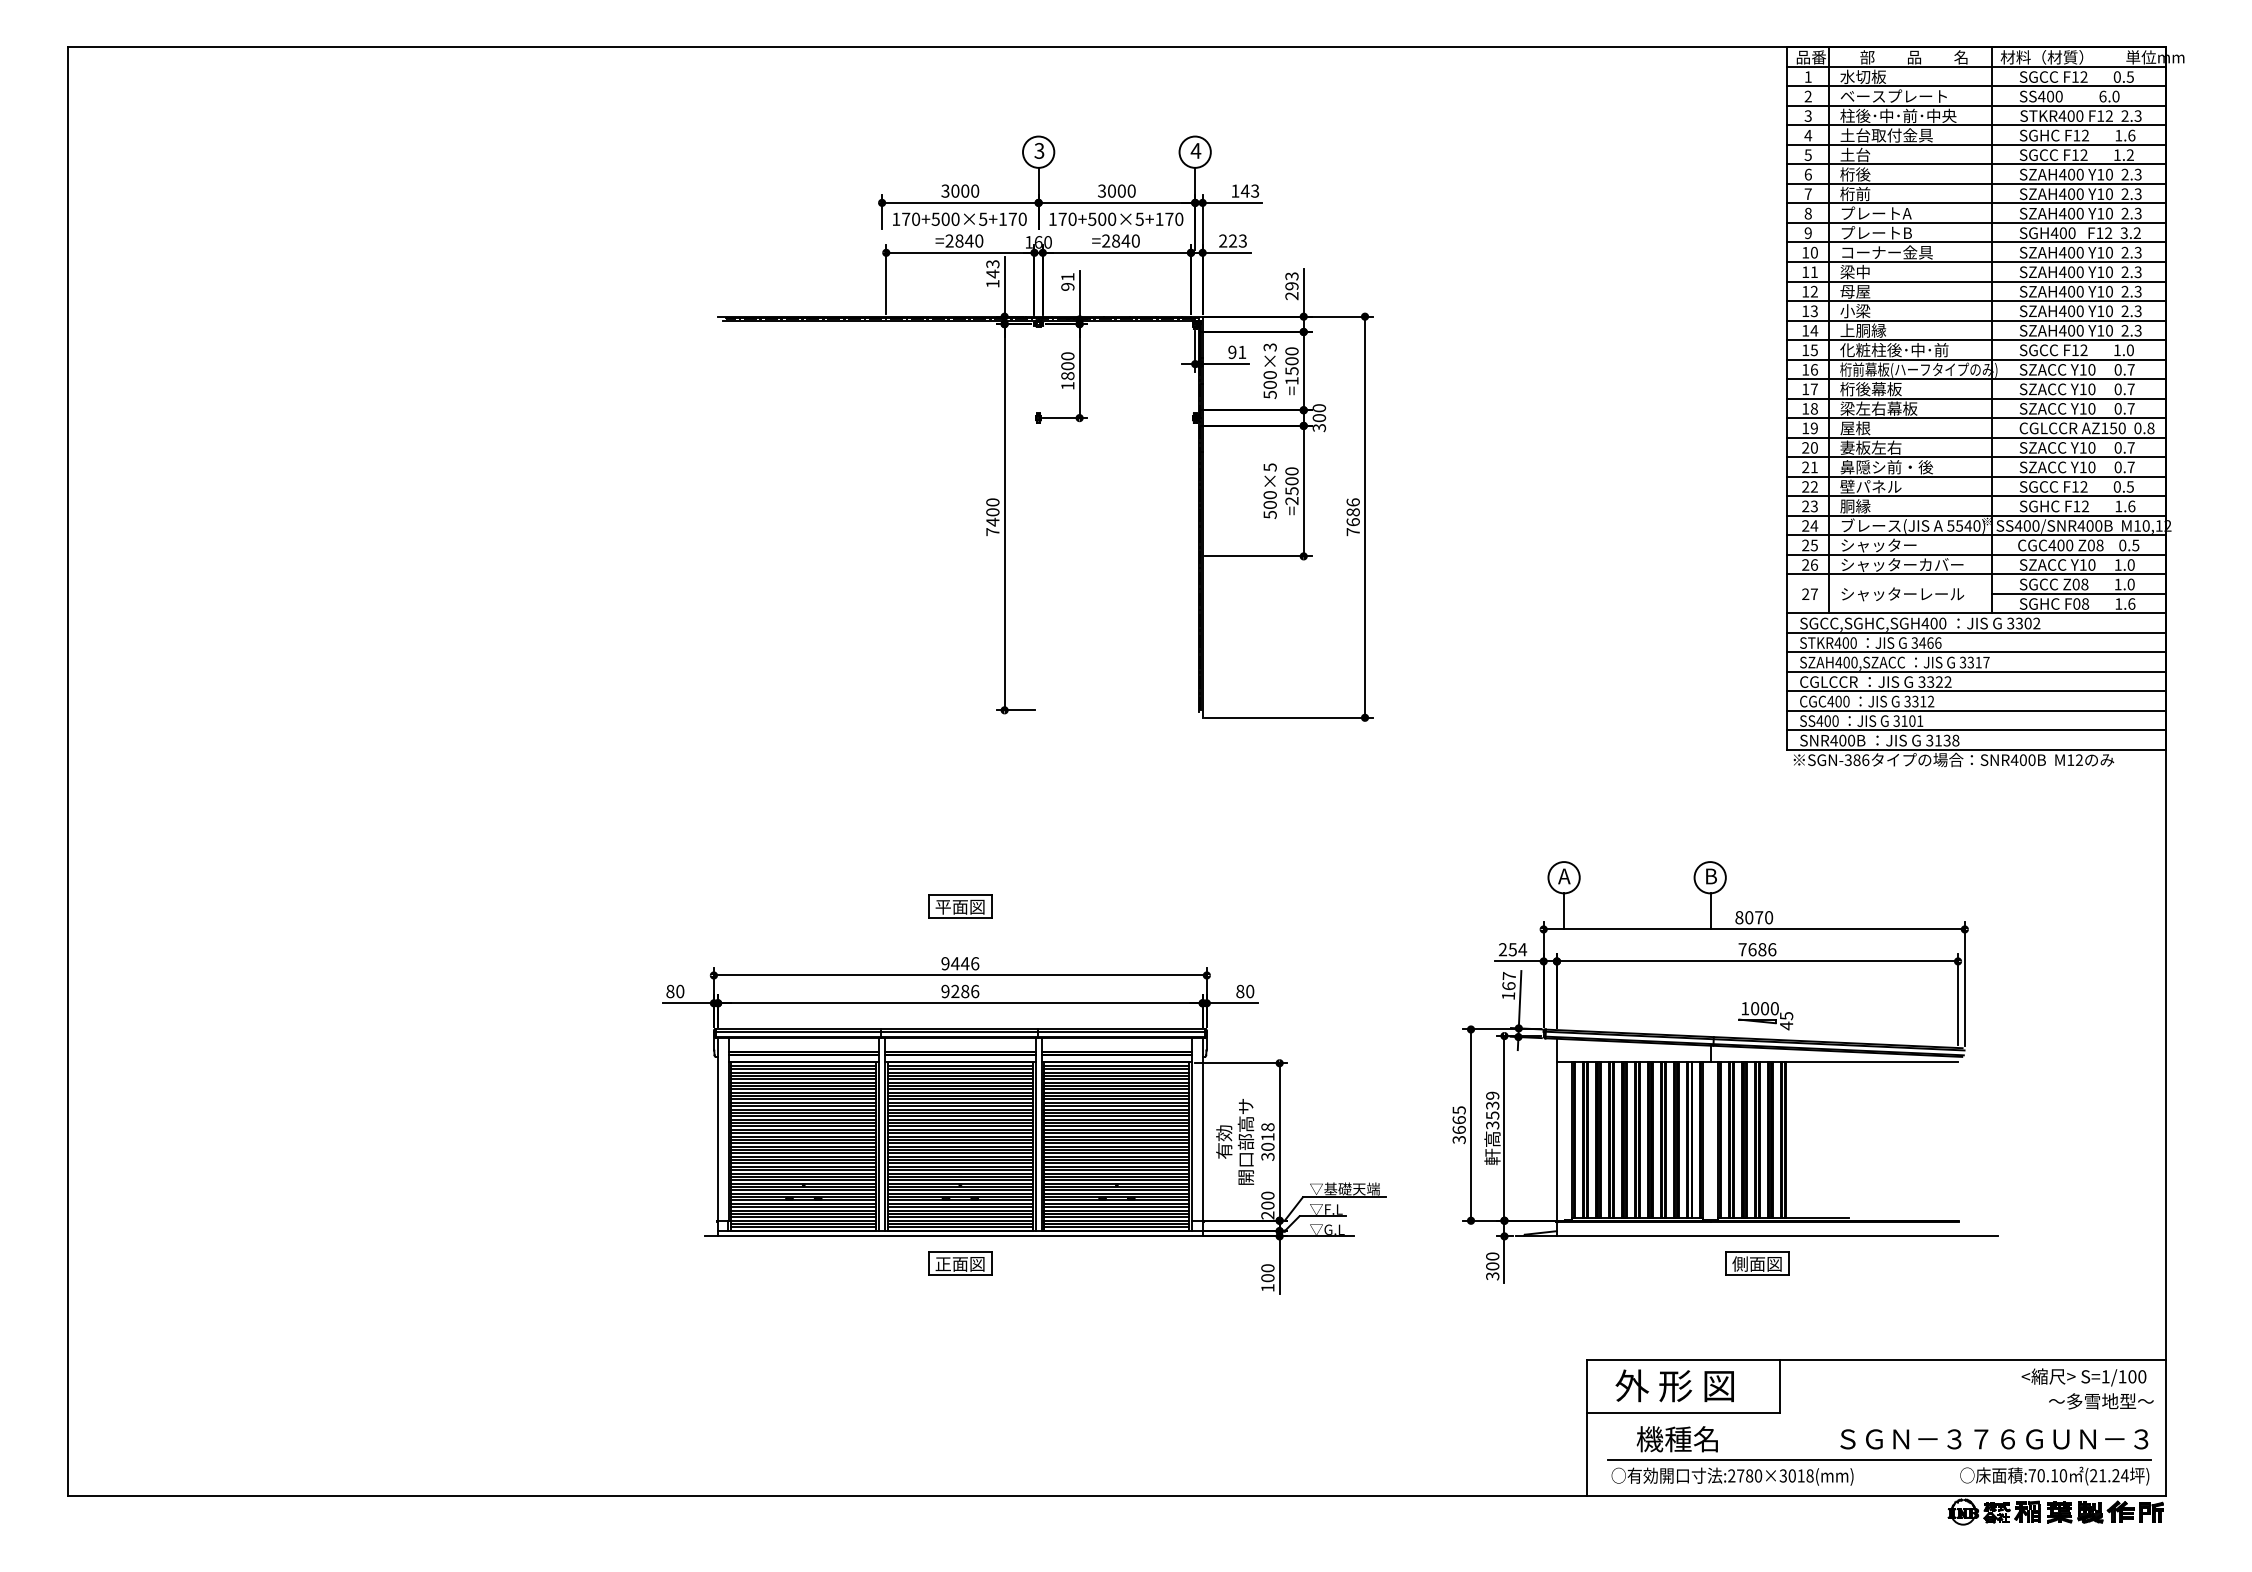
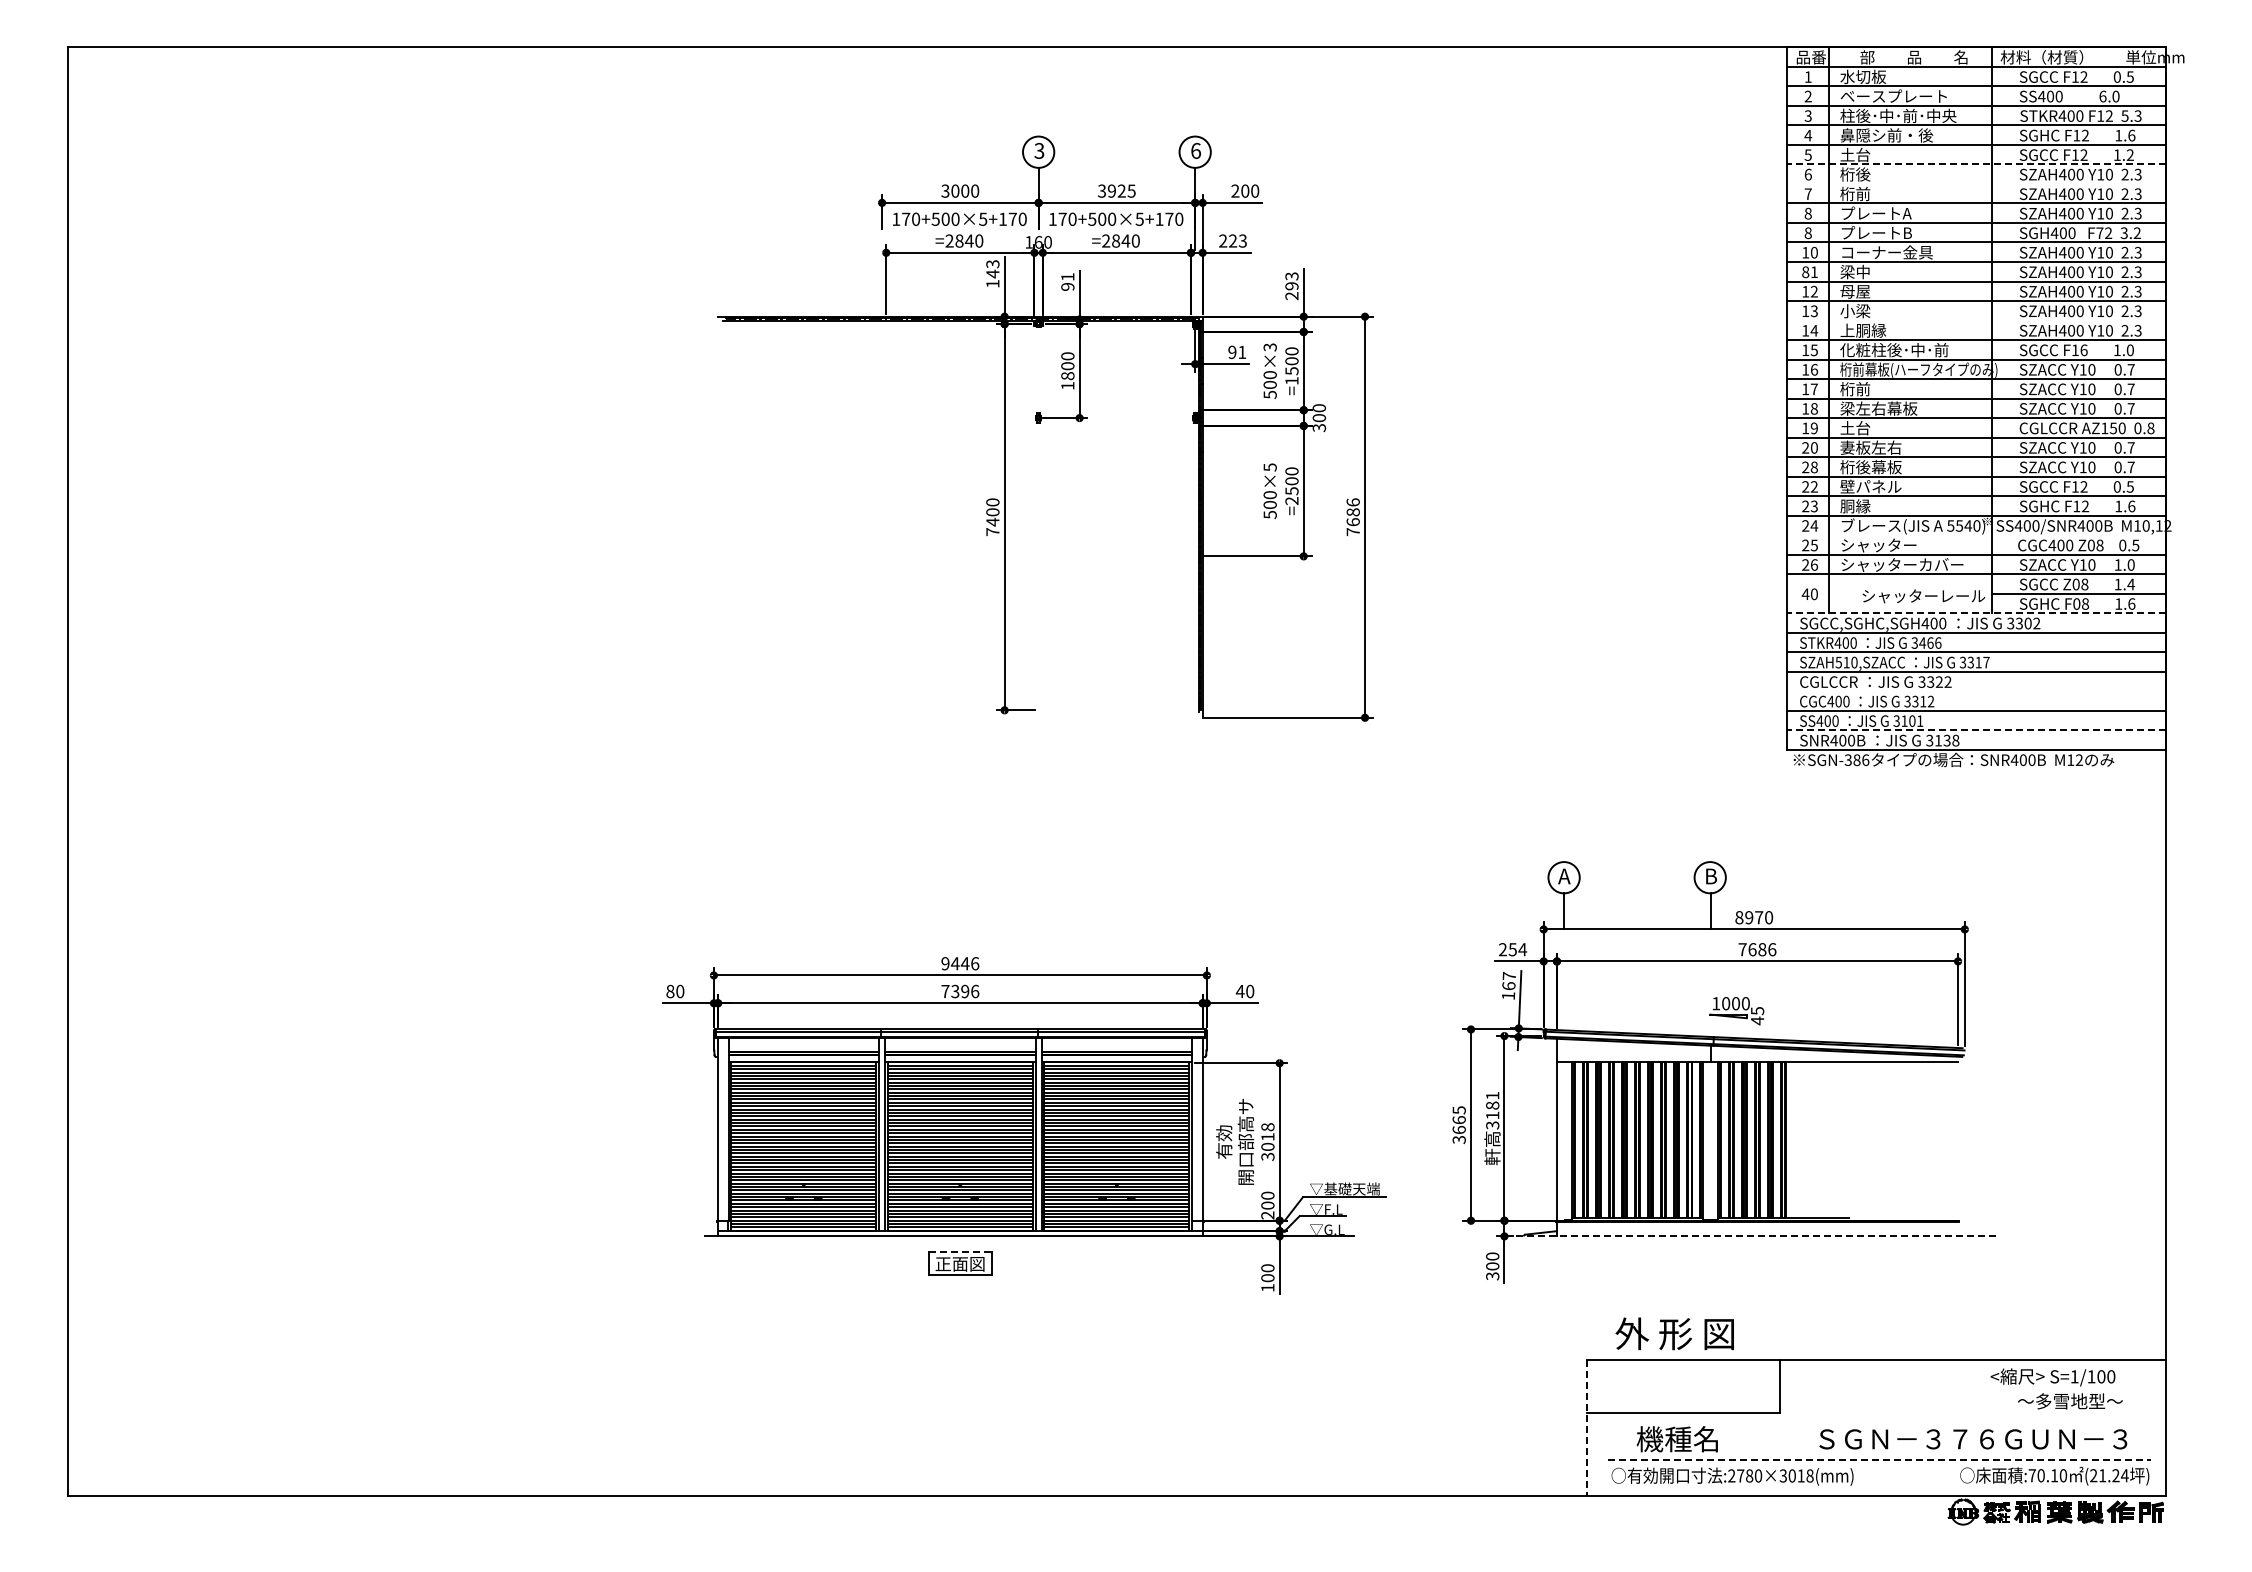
text at (2124, 115): 2.3 -> 5.3
text at (1886, 135): 土台取付金具 -> 鼻隠シ前・後
text at (1195, 150): 4 -> 6
line at (1976, 164): solid -> dashed
line at (1976, 183): present -> none
text at (1121, 190): 3000 -> 3925
text at (1245, 190): 143 -> 200
text at (1807, 232): 9 -> 8
text at (2099, 232): F12 -> F72
text at (1805, 272): 11 -> 81
line at (1976, 320): present -> none
text at (2083, 350): F12 -> F16
text at (1878, 389): 桁後幕板 -> 桁前
text at (1855, 428): 屋根 -> 土台
text at (1813, 467): 21 -> 28
text at (1886, 467): 鼻隠シ前・後 -> 桁後幕板
line at (1976, 535): present -> none
text at (2131, 584): 1.0 -> 1.4
text at (1809, 594): 27 -> 40
text at (1902, 594) position: (1902, 594) -> (1923, 596)
line at (1976, 613): solid -> dashed
text at (1842, 662): SZAH400,SZACC -> SZAH510,SZACC
line at (1976, 691): present -> none
line at (1976, 730): solid -> dashed
part at (960, 906): present -> none
text at (1749, 917): 8070 -> 8970
text at (955, 991): 9286 -> 7396
text at (1239, 991): 80 -> 40
part at (1765, 1016) position: (1765, 1016) -> (1736, 1011)
text at (1492, 1105): 3539 -> 3181
line at (1757, 1236): solid -> dashed
line at (960, 1252): solid -> dashed
part at (1757, 1263): present -> none
text at (1674, 1385) position: (1674, 1385) -> (1674, 1333)
text at (2087, 1388) position: (2087, 1388) -> (2056, 1388)
line at (1587, 1428): solid -> dashed
text at (1994, 1439) position: (1994, 1439) -> (1973, 1439)
line at (1879, 1460): solid -> dashed
